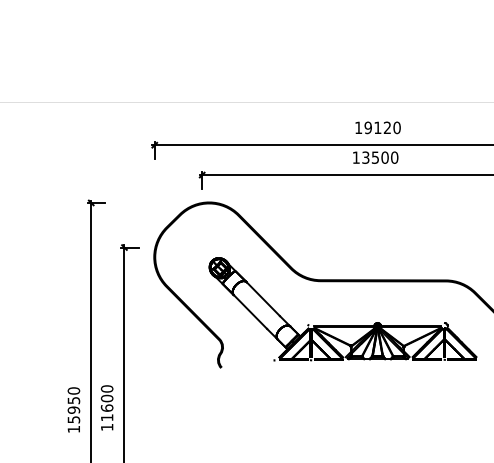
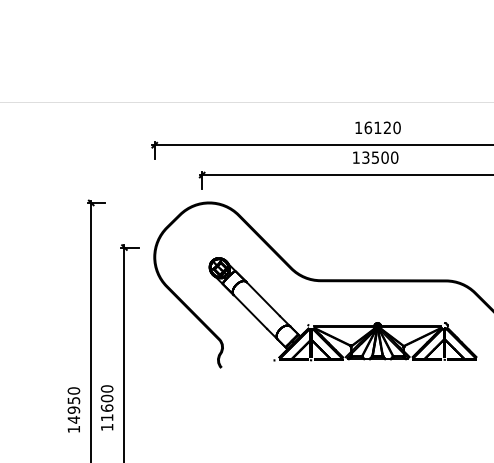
text at (368, 127): 19120 -> 16120
text at (73, 419): 15950 -> 14950
